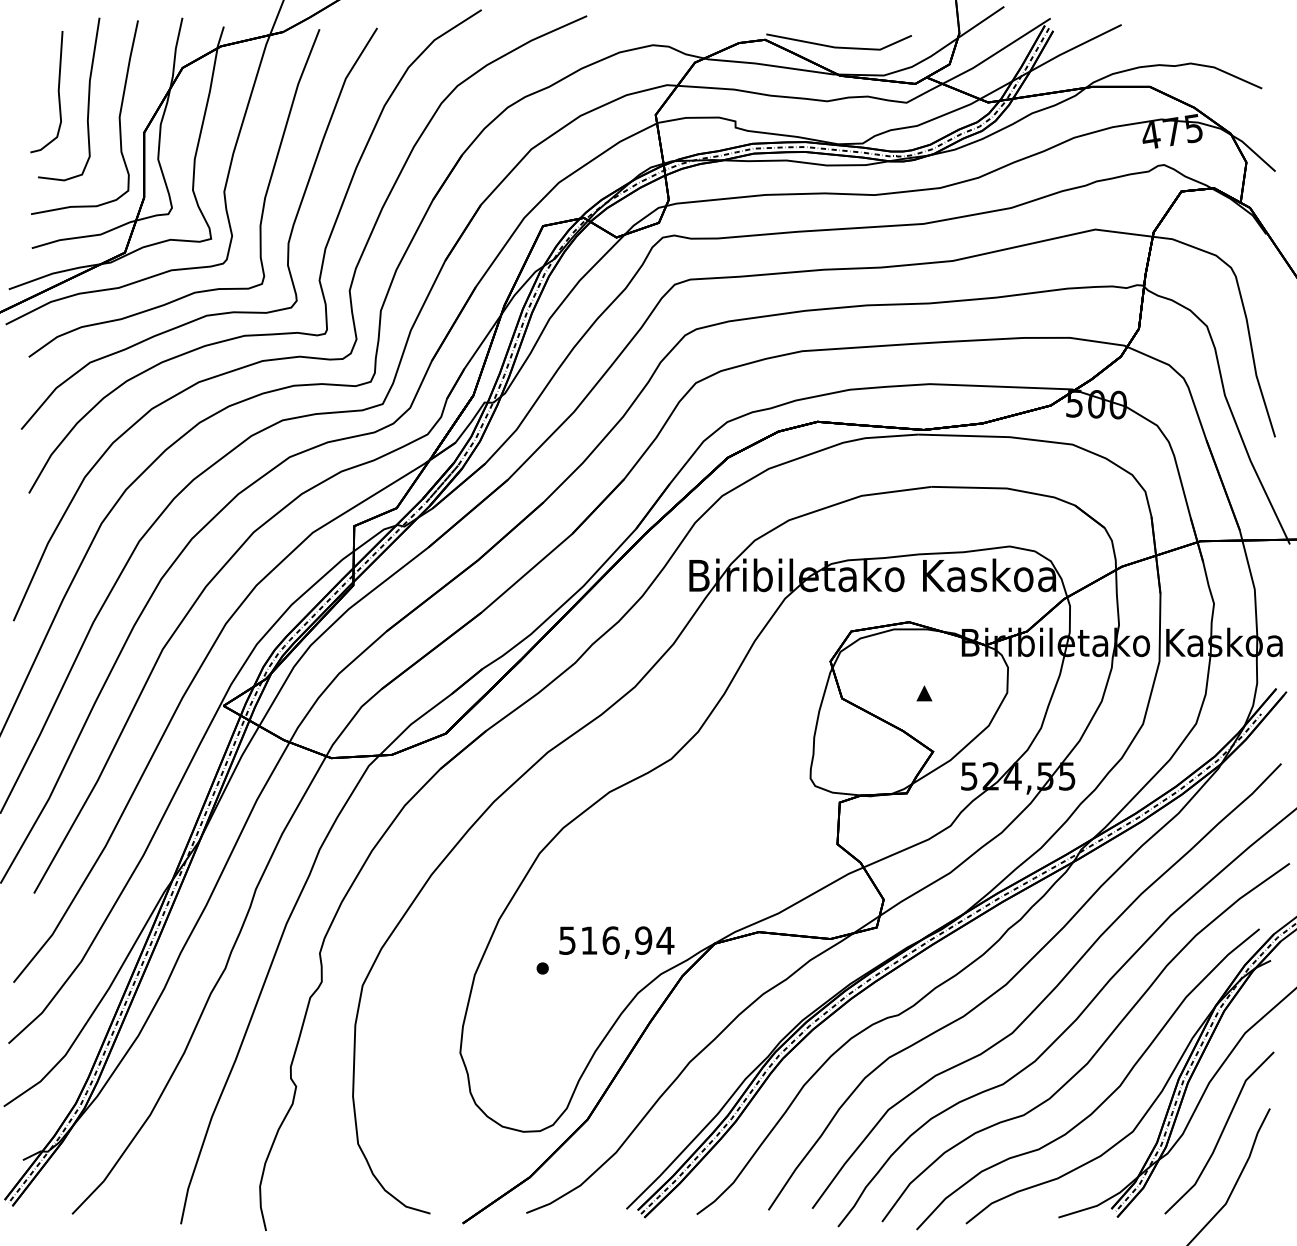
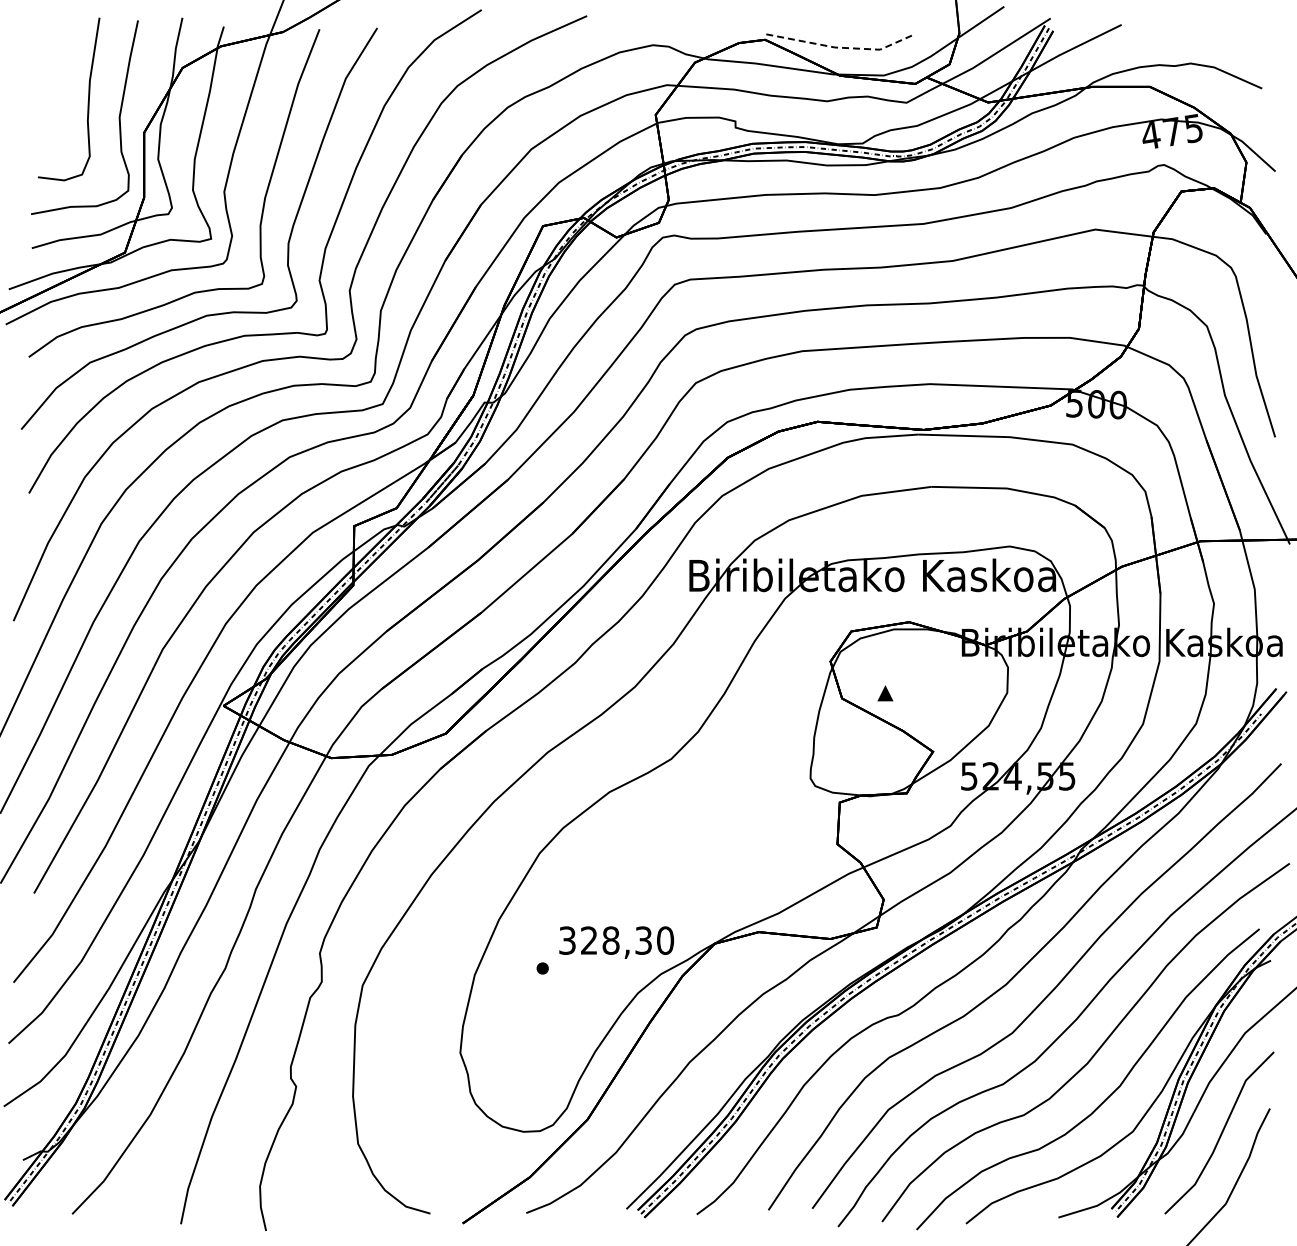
line at (840, 47): solid -> dashed
curve at (57, 91): present -> none
part at (924, 693) position: (924, 693) -> (885, 693)
text at (617, 940): 516,94 -> 328,30
